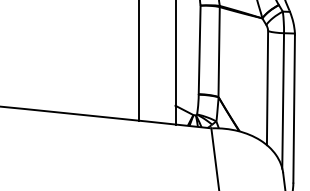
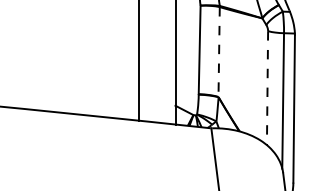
line at (219, 52): solid -> dashed
line at (267, 88): solid -> dashed
